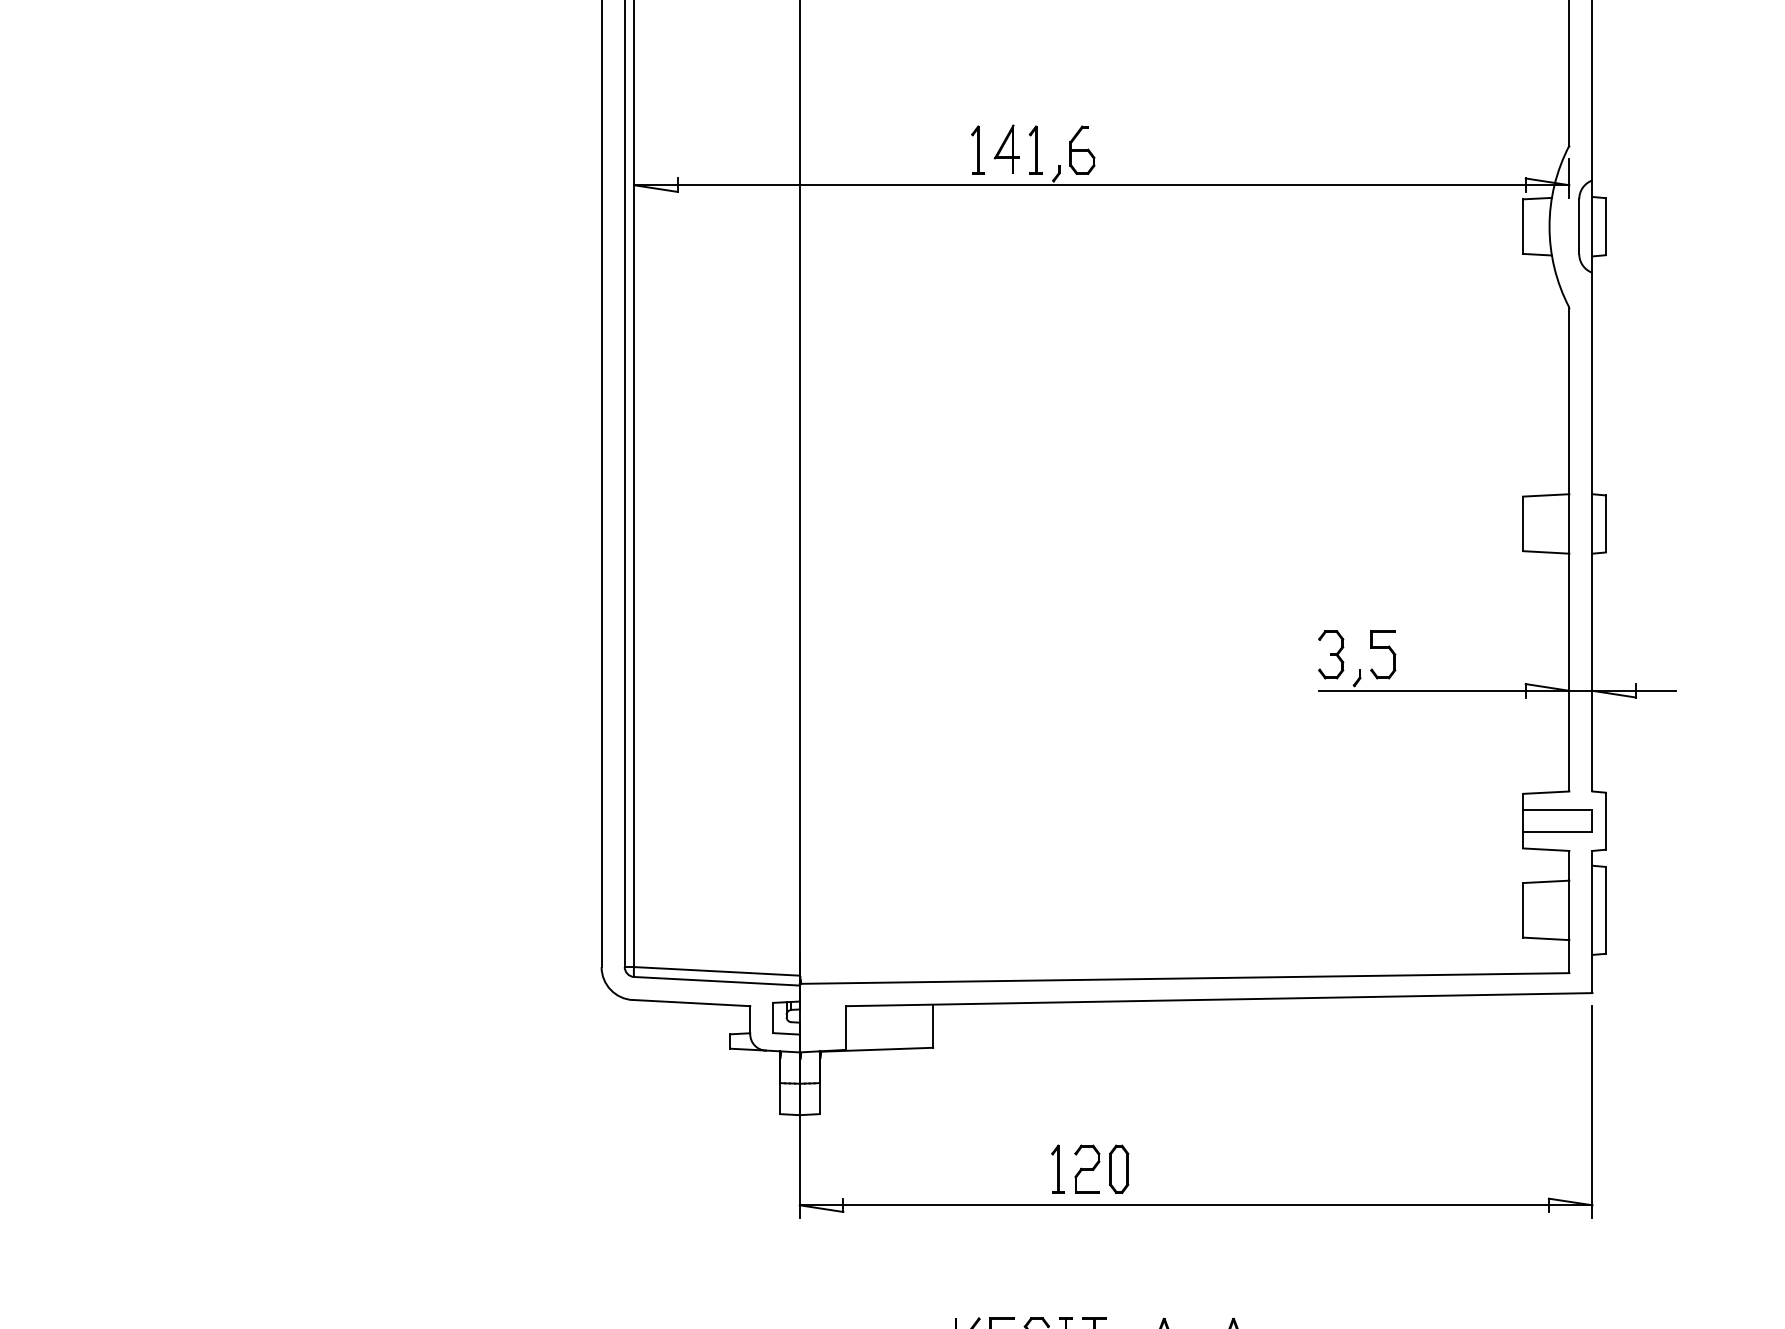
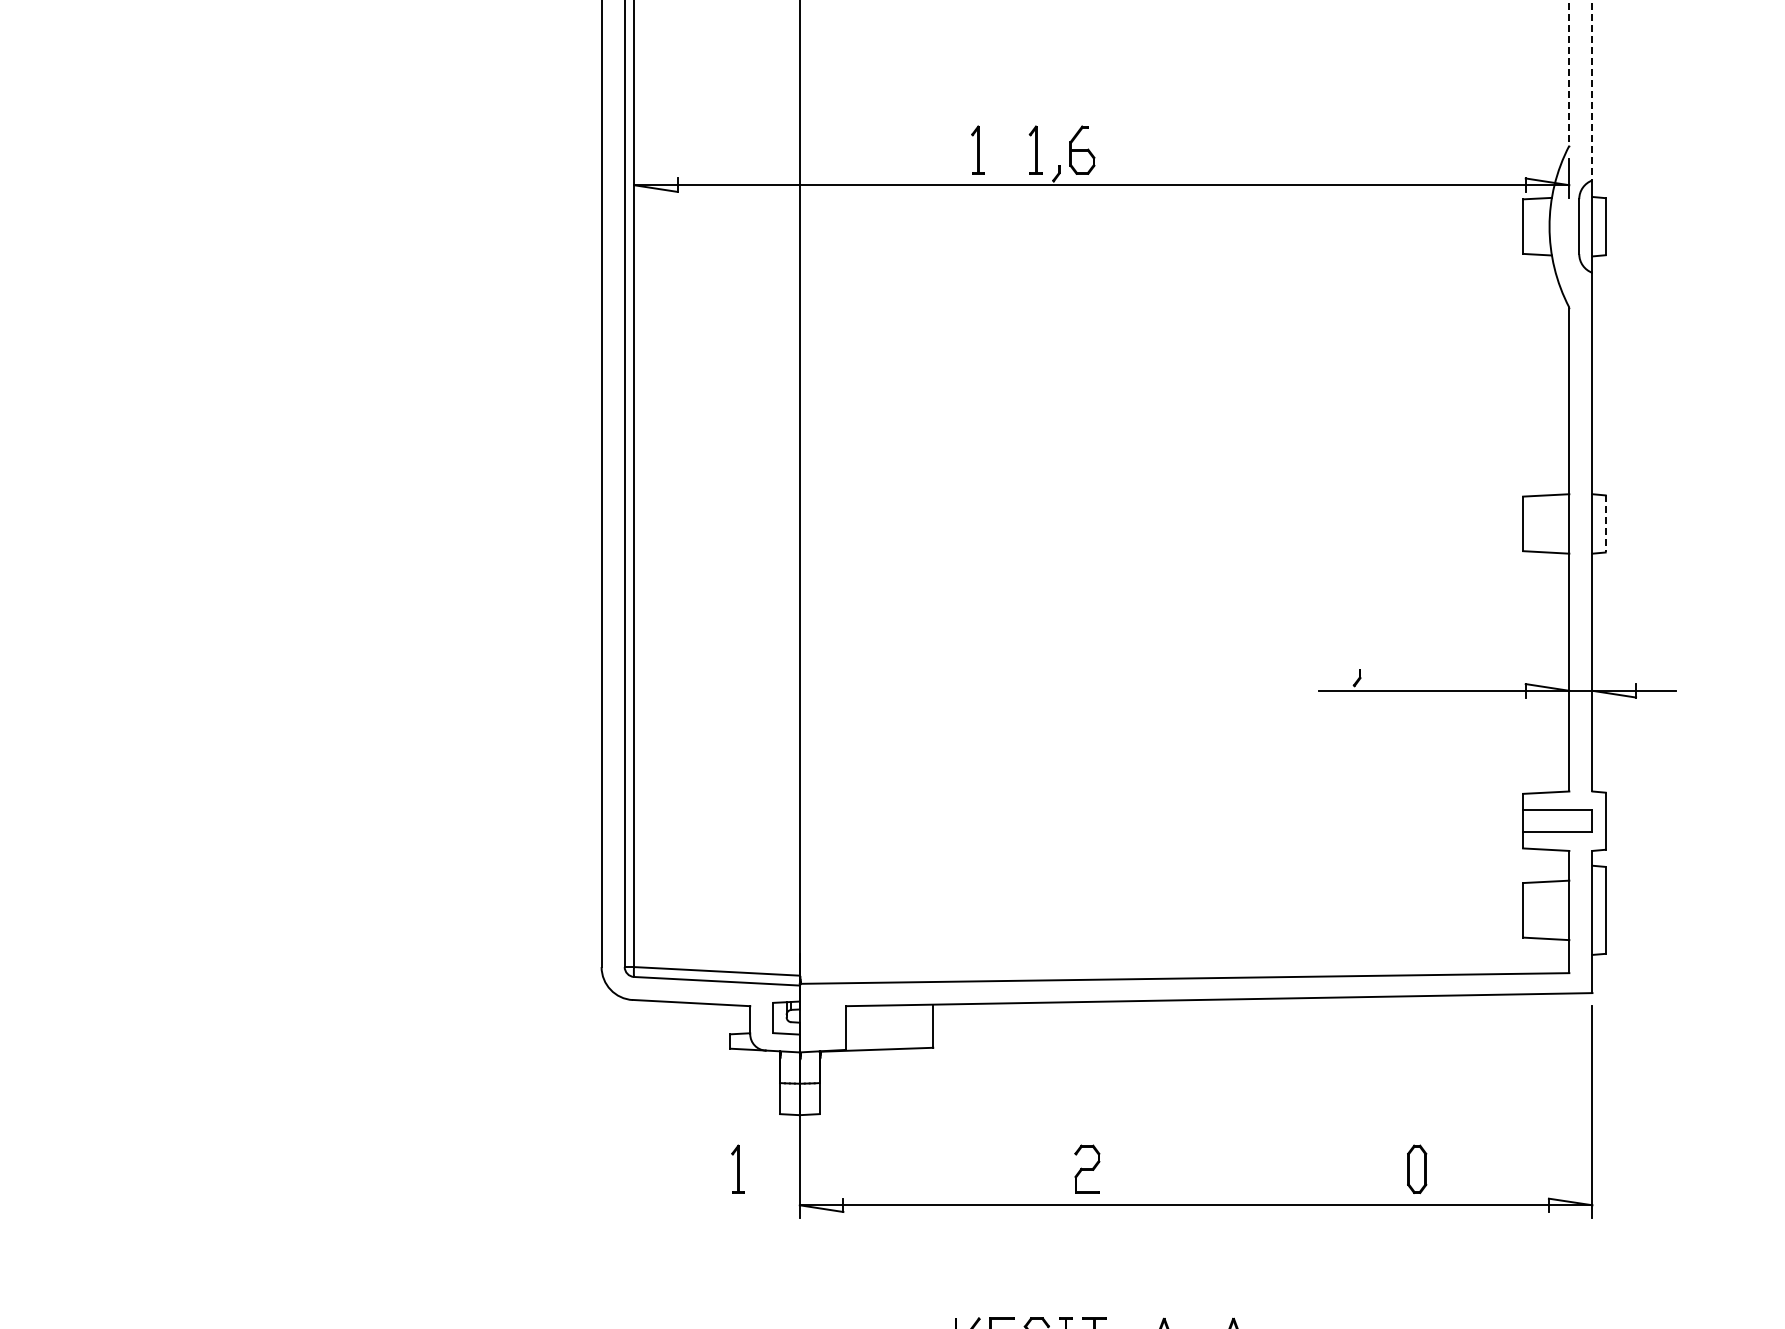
line at (1569, 73): solid -> dashed
line at (1592, 90): solid -> dashed
part at (1006, 148): present -> none
line at (1605, 523): solid -> dashed
part at (1331, 654): present -> none
part at (1383, 654): present -> none
part at (1057, 1168) position: (1057, 1168) -> (737, 1168)
part at (1119, 1168) position: (1119, 1168) -> (1417, 1168)
